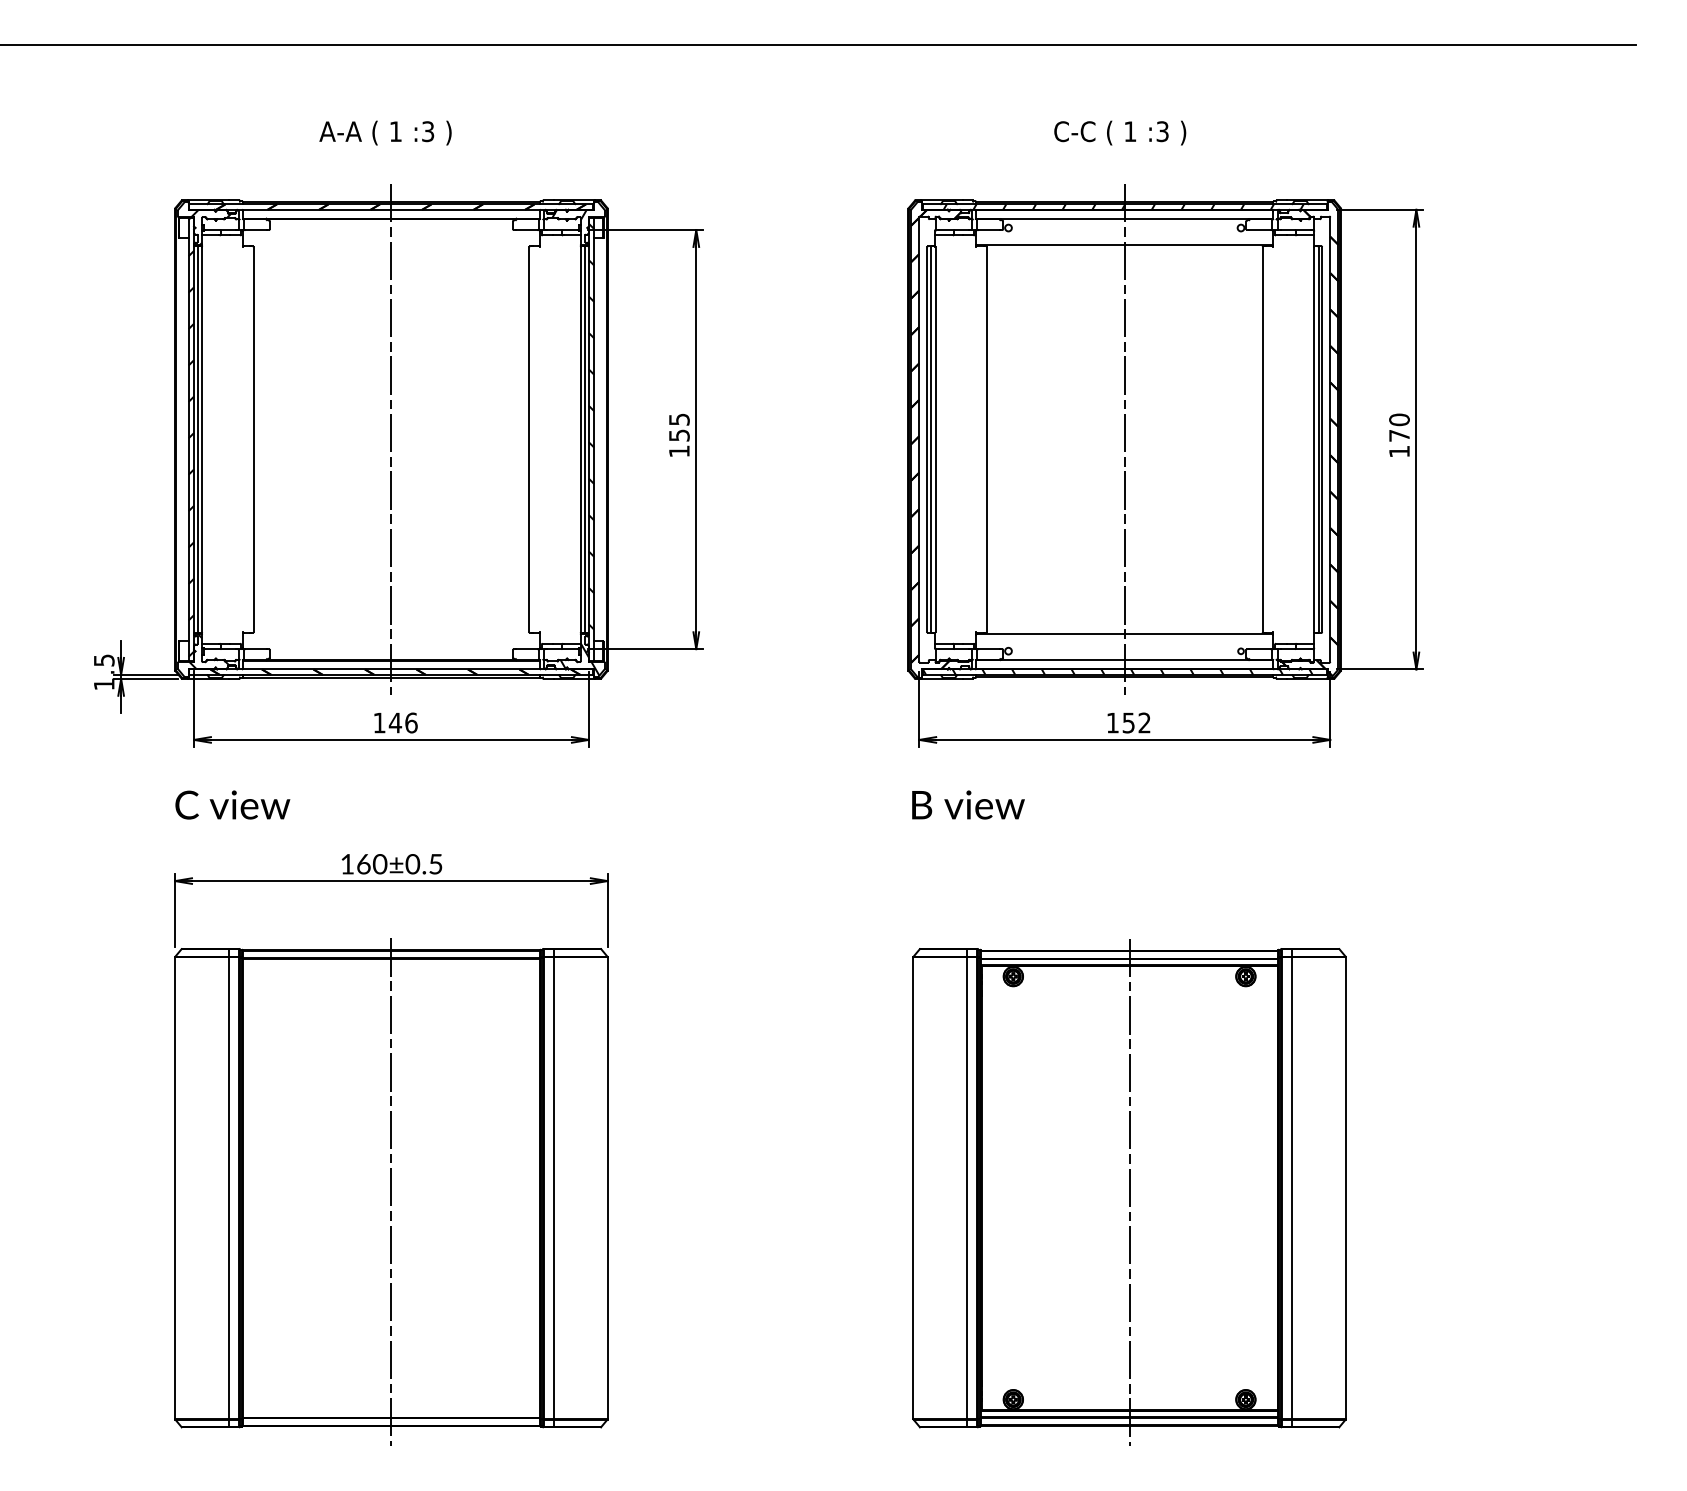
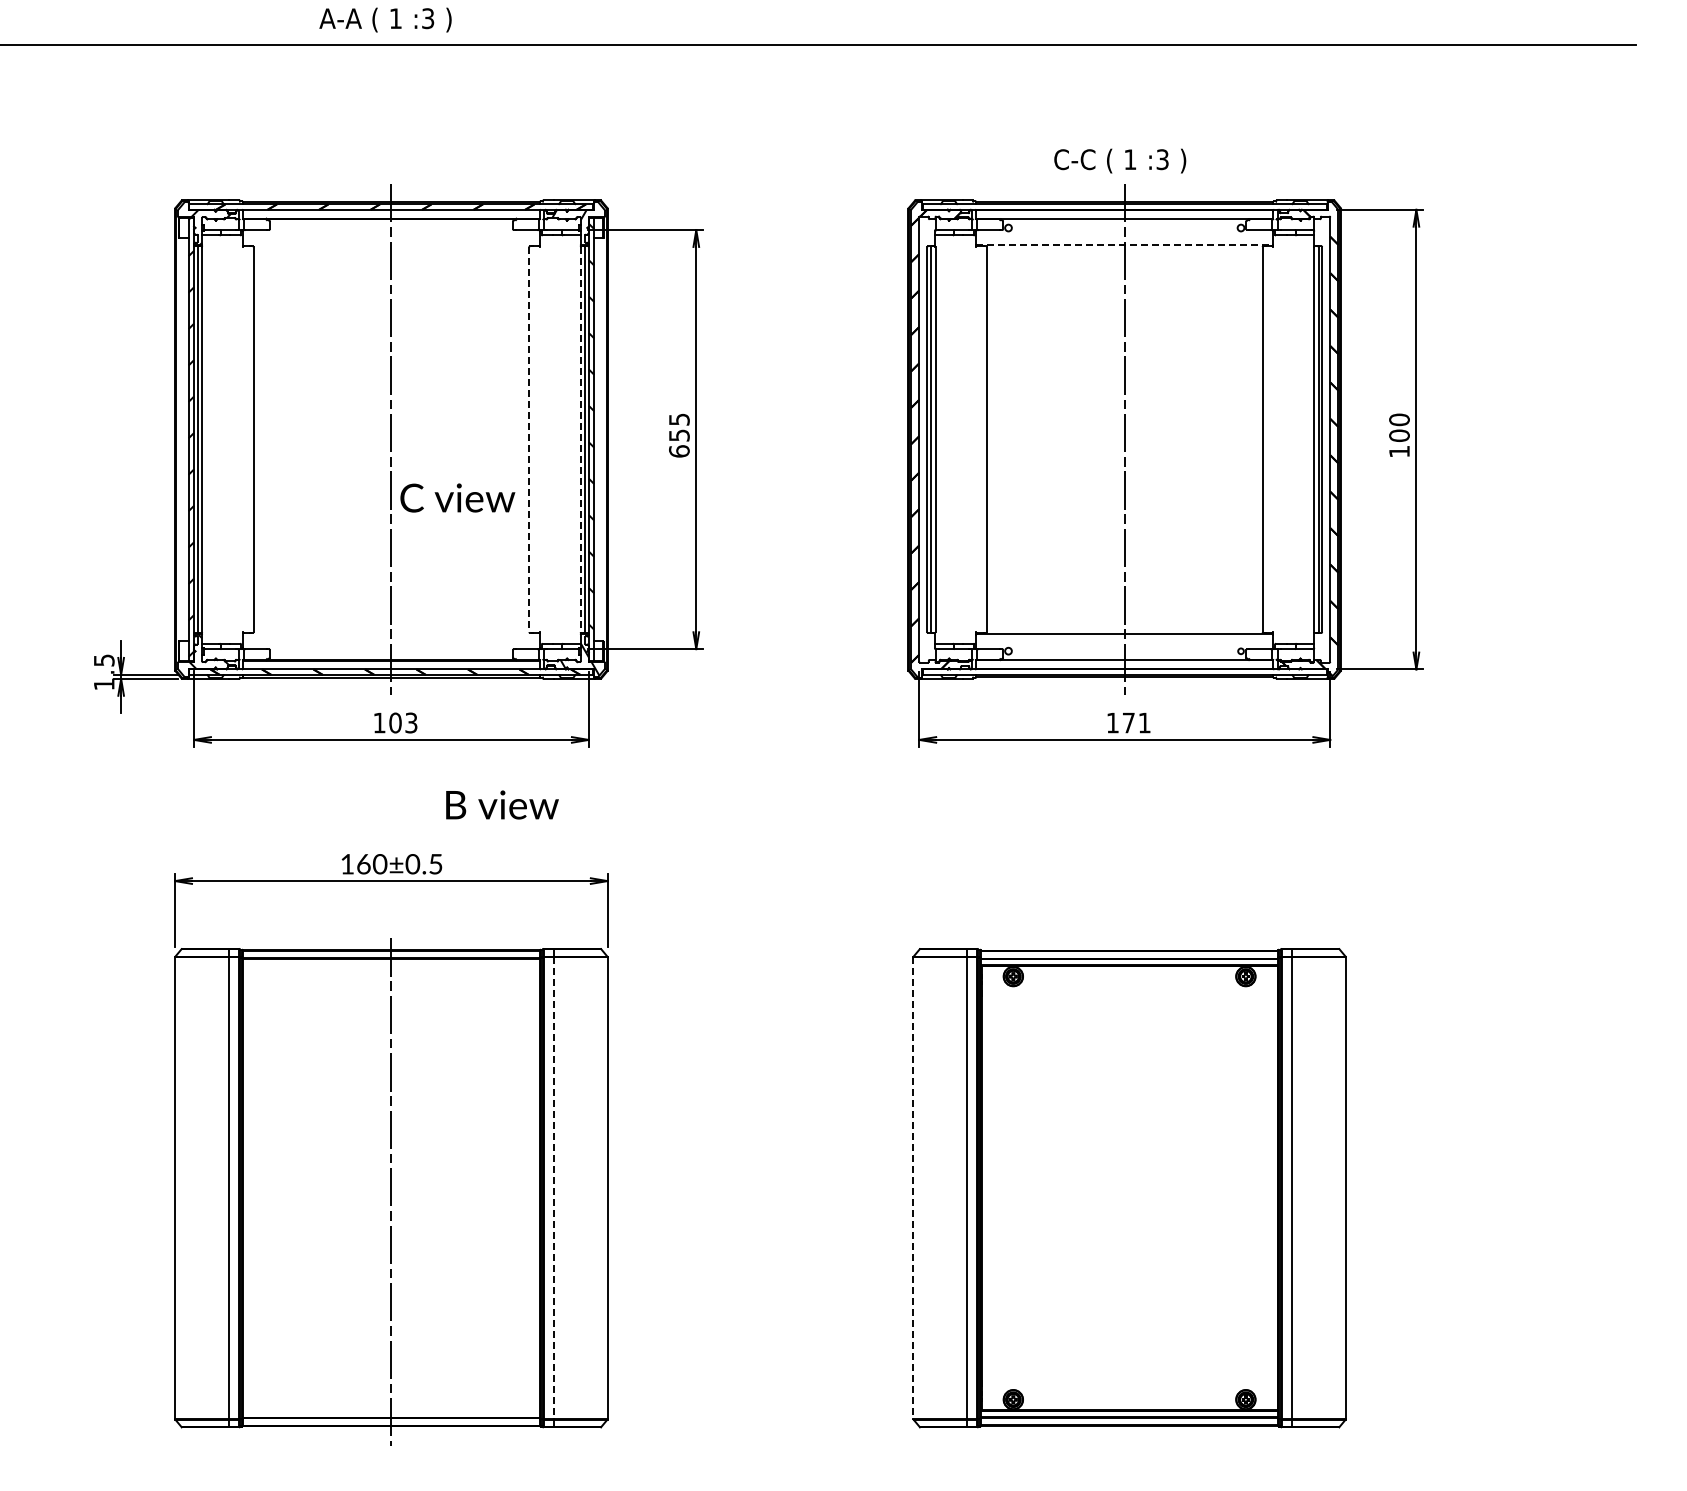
text at (385, 132) position: (385, 132) -> (385, 19)
text at (1120, 132) position: (1120, 132) -> (1120, 160)
hatch at (1123, 206): present -> none
line at (1124, 245): solid -> dashed
text at (1399, 435): 170 -> 100
line at (529, 439): solid -> dashed
line at (580, 439): solid -> dashed
text at (679, 451): 155 -> 655
hatch at (1117, 671): present -> none
text at (402, 722): 146 -> 103
text at (1136, 722): 152 -> 171
text at (232, 804) position: (232, 804) -> (457, 497)
text at (968, 804) position: (968, 804) -> (502, 804)
line at (553, 1188): solid -> dashed
line at (913, 1188): solid -> dashed
line at (1129, 1191): present -> none
